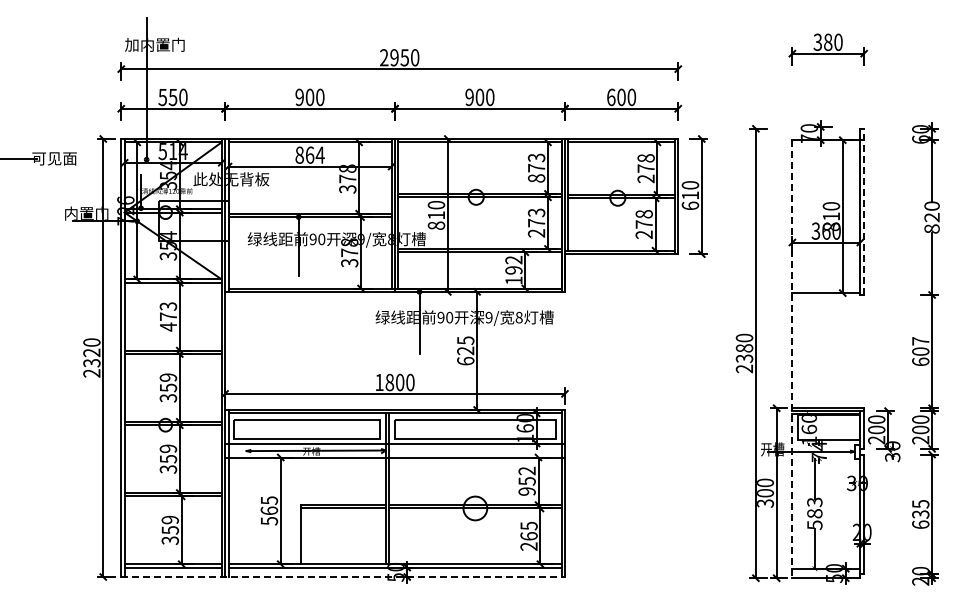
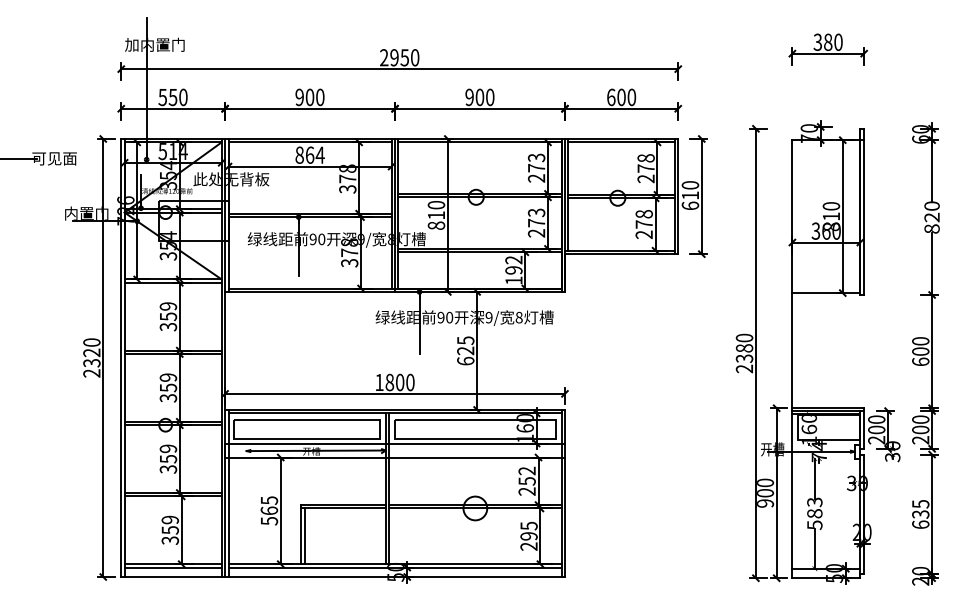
text at (536, 178): 873 -> 273
line at (864, 211): dashed -> solid
text at (168, 316): 473 -> 359
text at (920, 341): 607 -> 600
line at (792, 359): dashed -> solid
text at (526, 491): 952 -> 252
text at (765, 503): 300 -> 900
line at (304, 536): none -> present
text at (528, 536): 265 -> 295
line at (343, 577): dashed -> solid
